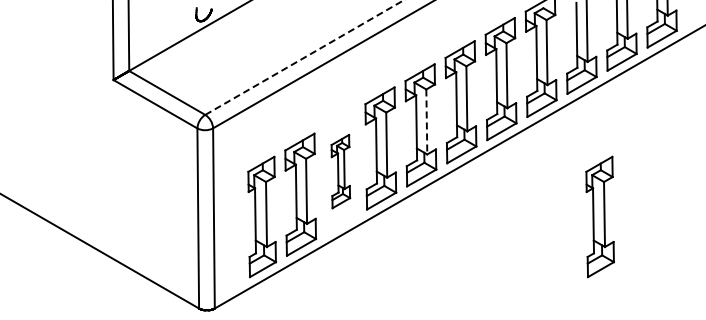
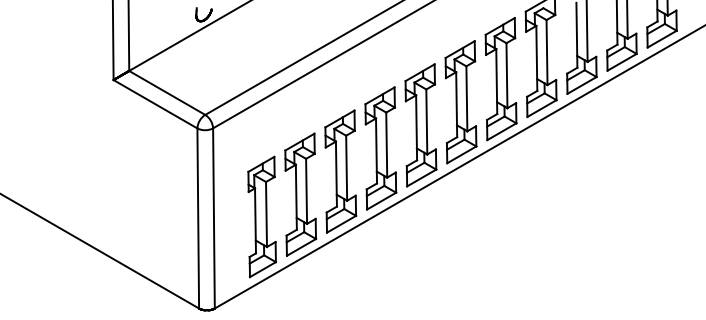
line at (304, 57): dashed -> solid
line at (426, 122): dashed -> solid
part at (340, 171) size: 22x77 px -> 34x125 px
part at (599, 216): present -> none
